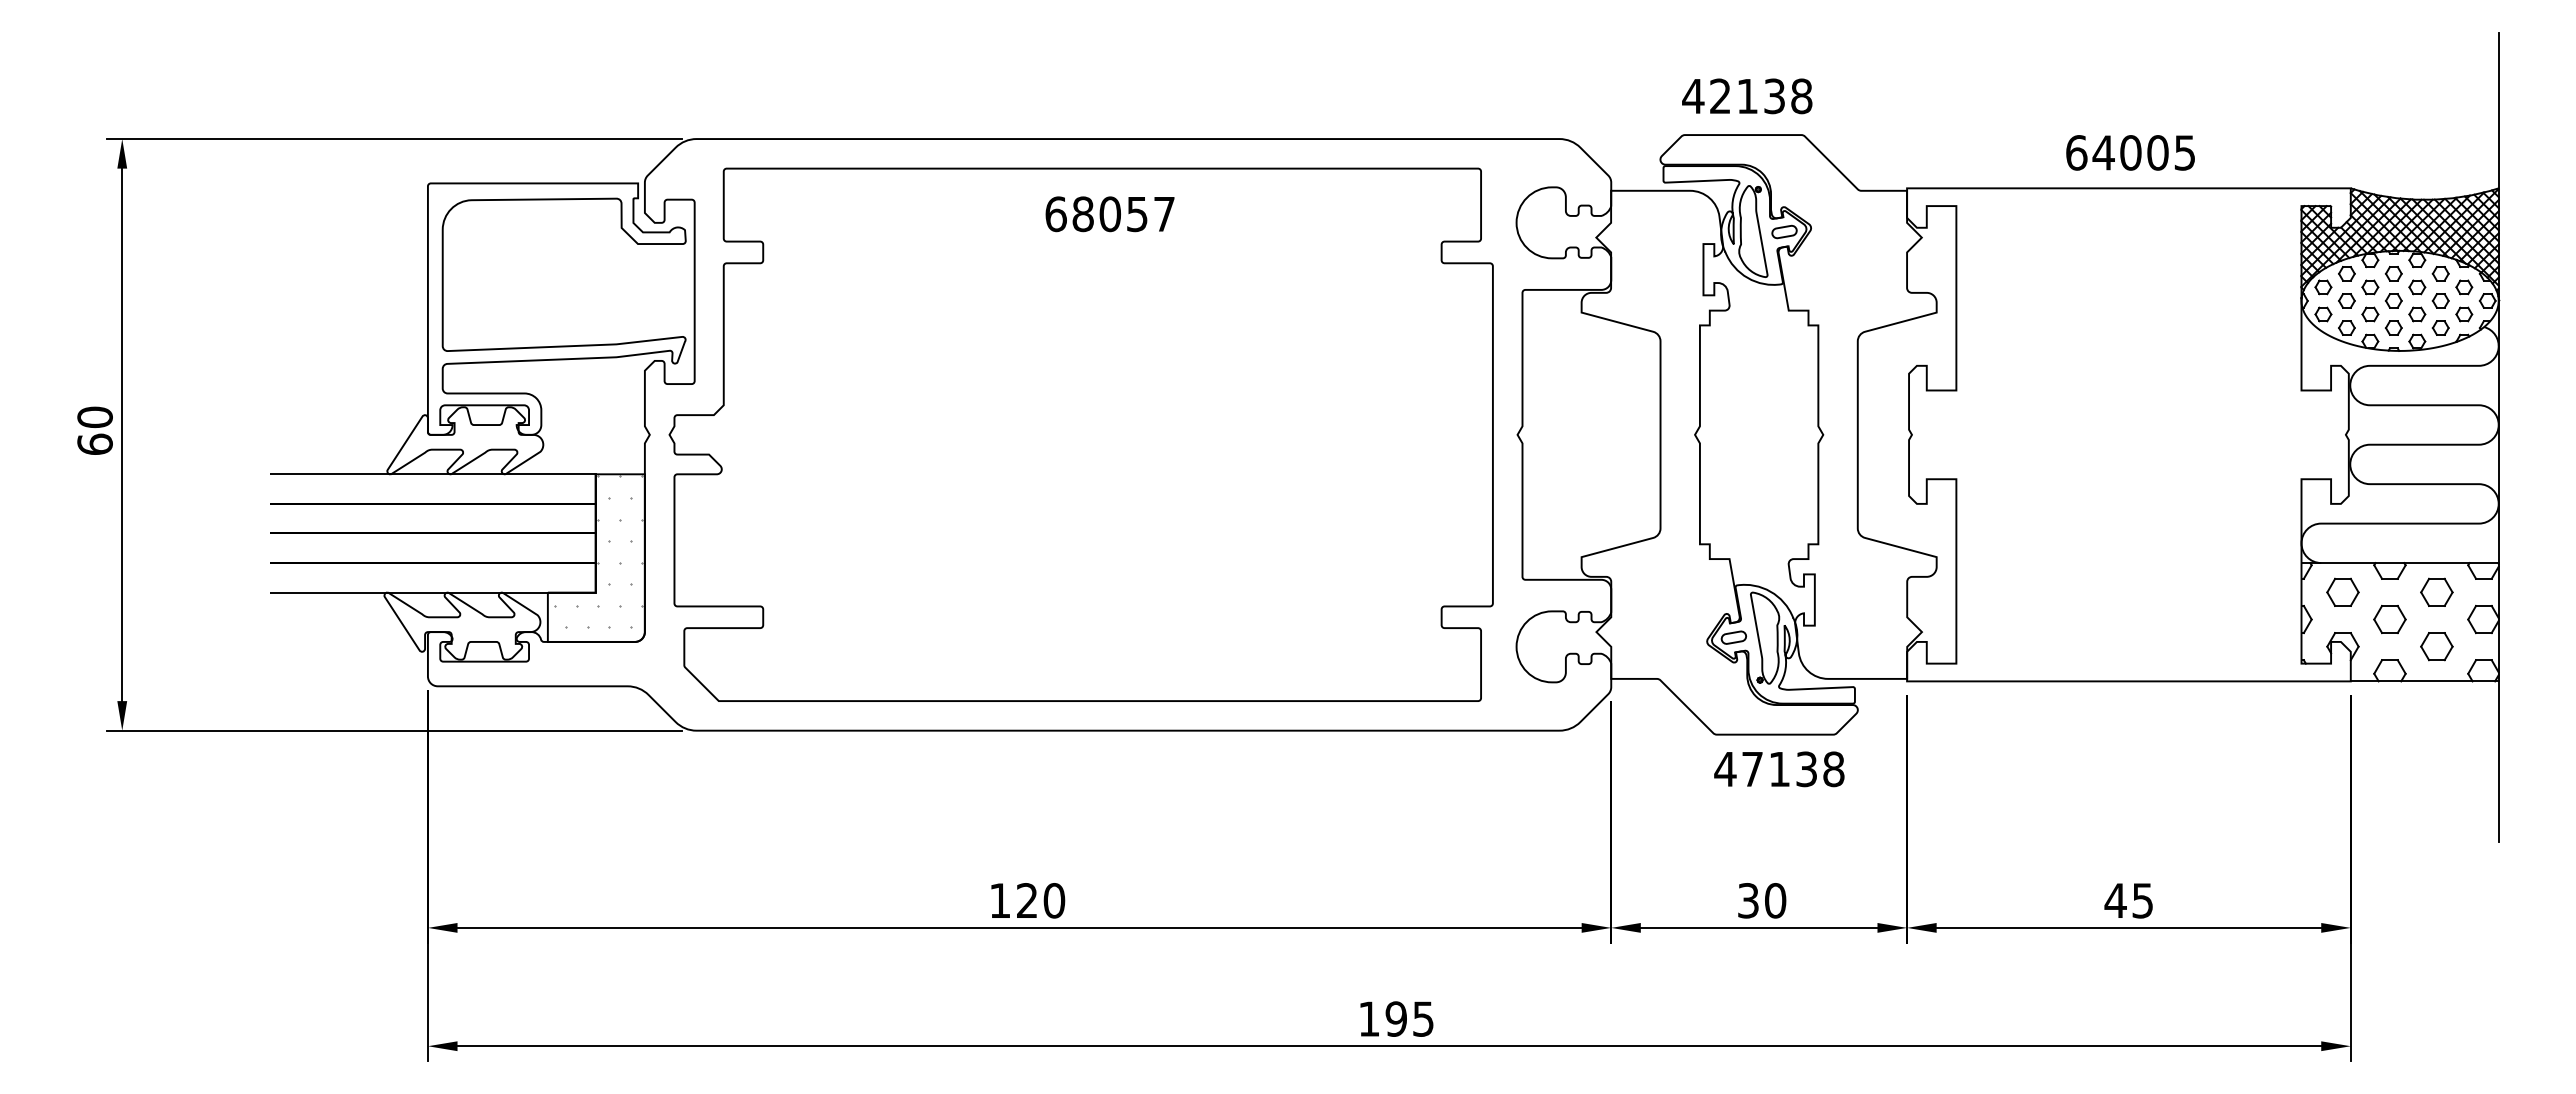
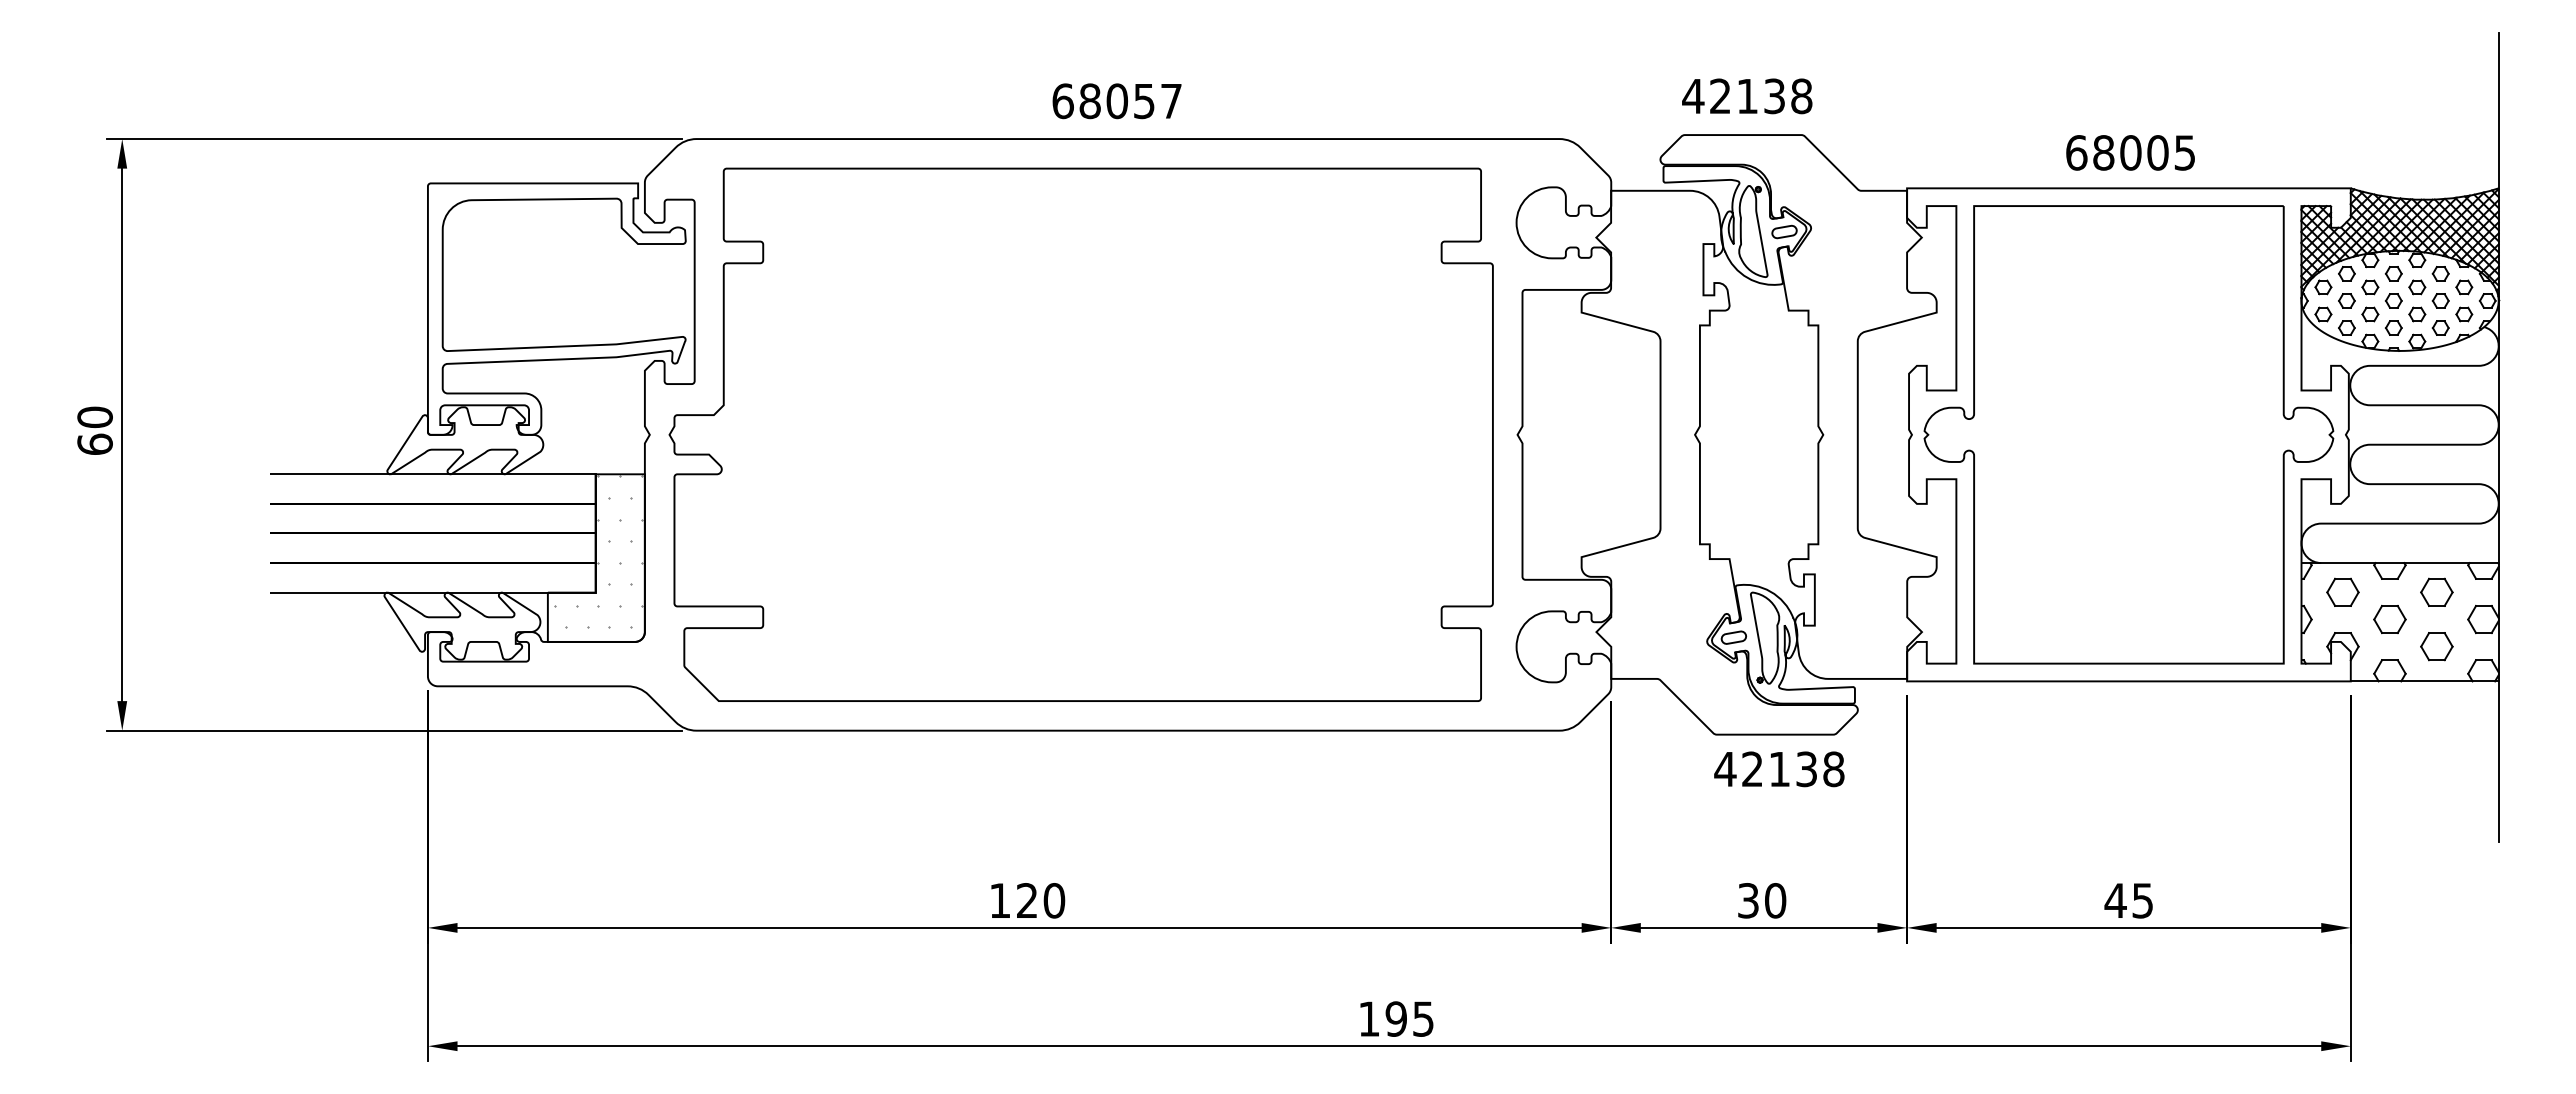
text at (2103, 152): 64005 -> 68005
text at (1109, 214) position: (1109, 214) -> (1116, 101)
part at (2128, 434): none -> present
text at (1752, 768): 47138 -> 42138
